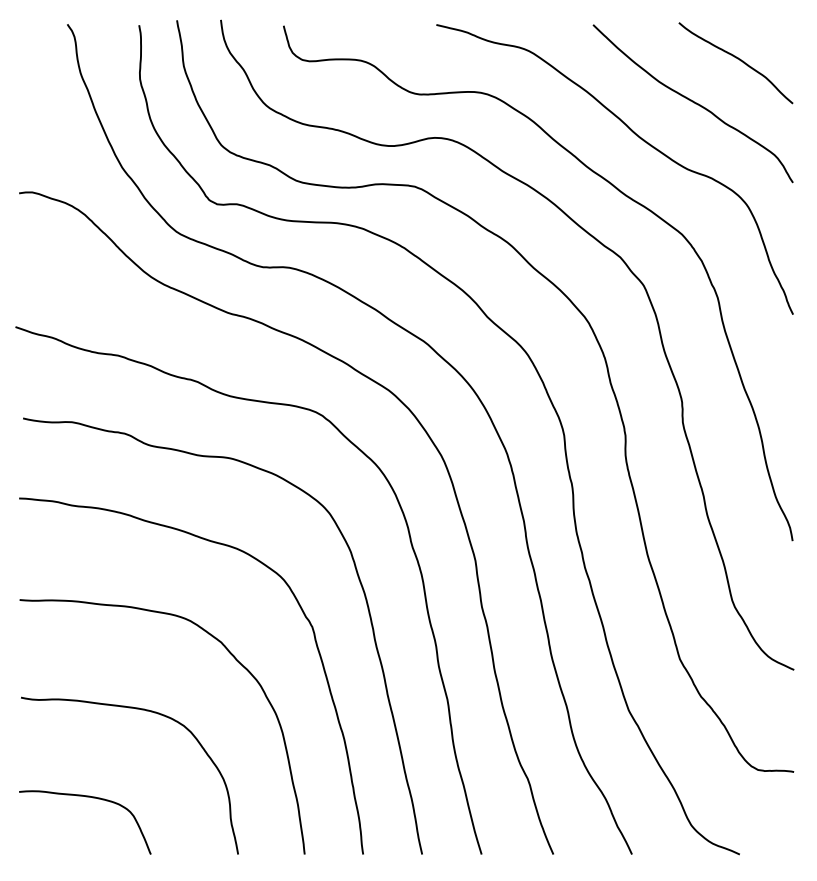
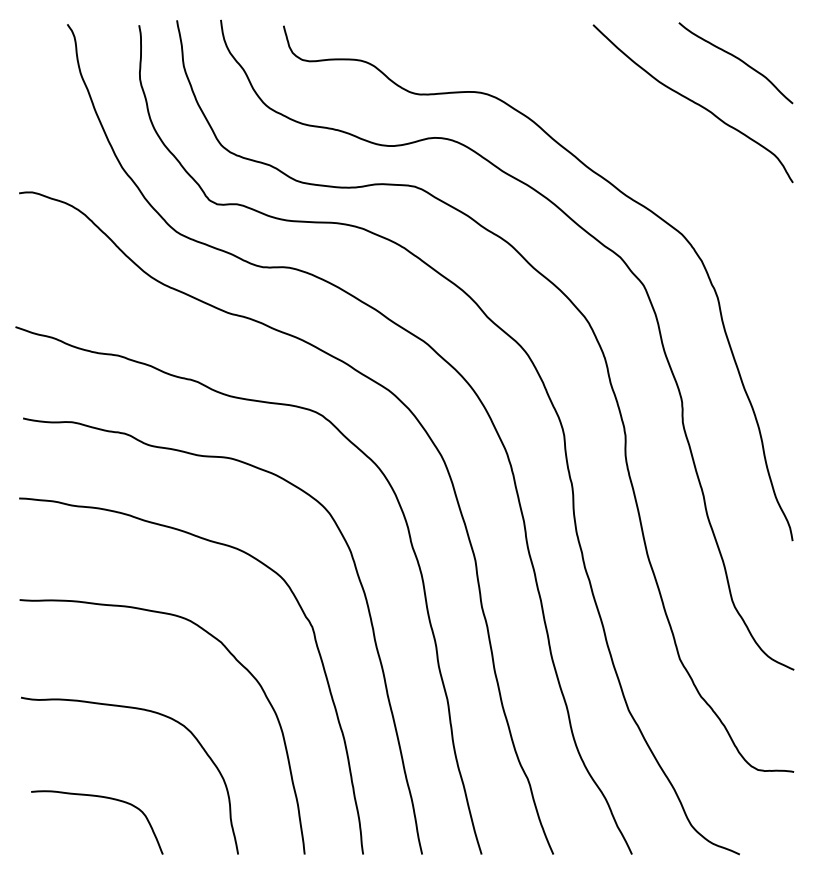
curve at (640, 139): present -> none
curve at (92, 798) position: (92, 798) -> (104, 798)
